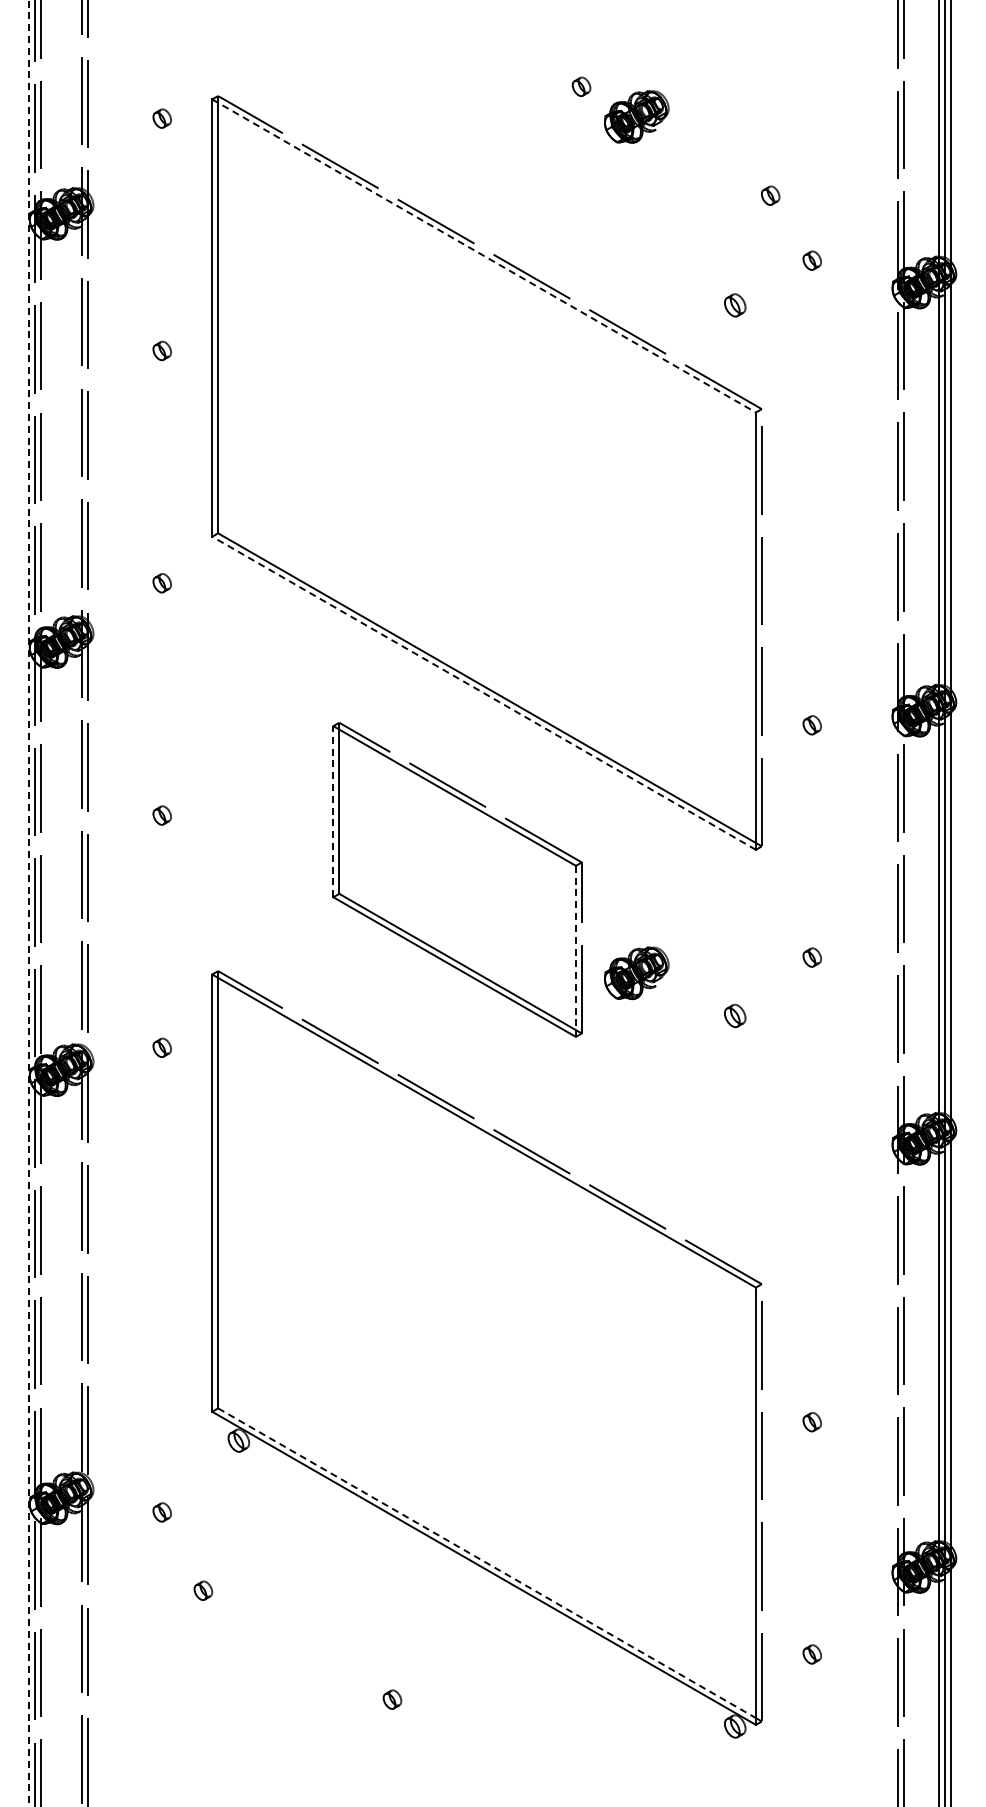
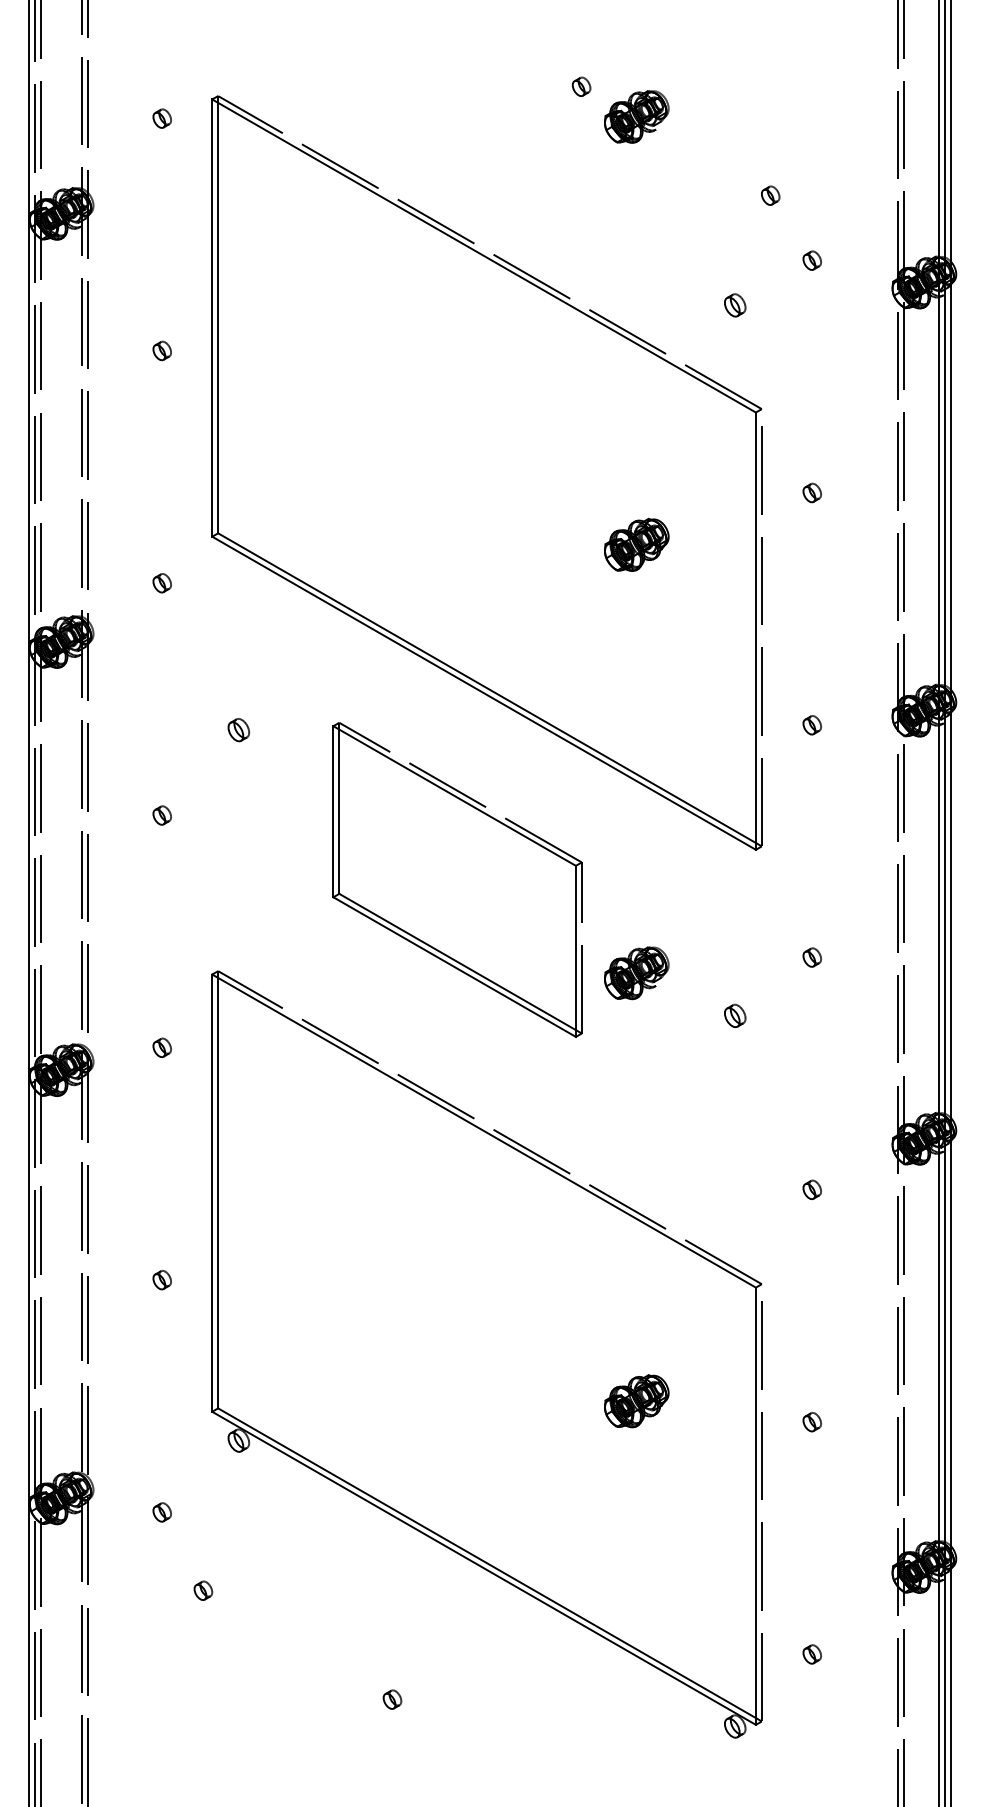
line at (484, 256): dashed -> solid
part at (811, 492): none -> present
part at (636, 544): none -> present
line at (484, 693): dashed -> solid
part at (238, 730): none -> present
line at (333, 811): dashed -> solid
line at (29, 903): dashed -> solid
line at (575, 951): dashed -> solid
part at (811, 1189): none -> present
part at (161, 1279): none -> present
part at (636, 1401): none -> present
line at (487, 1563): dashed -> solid
